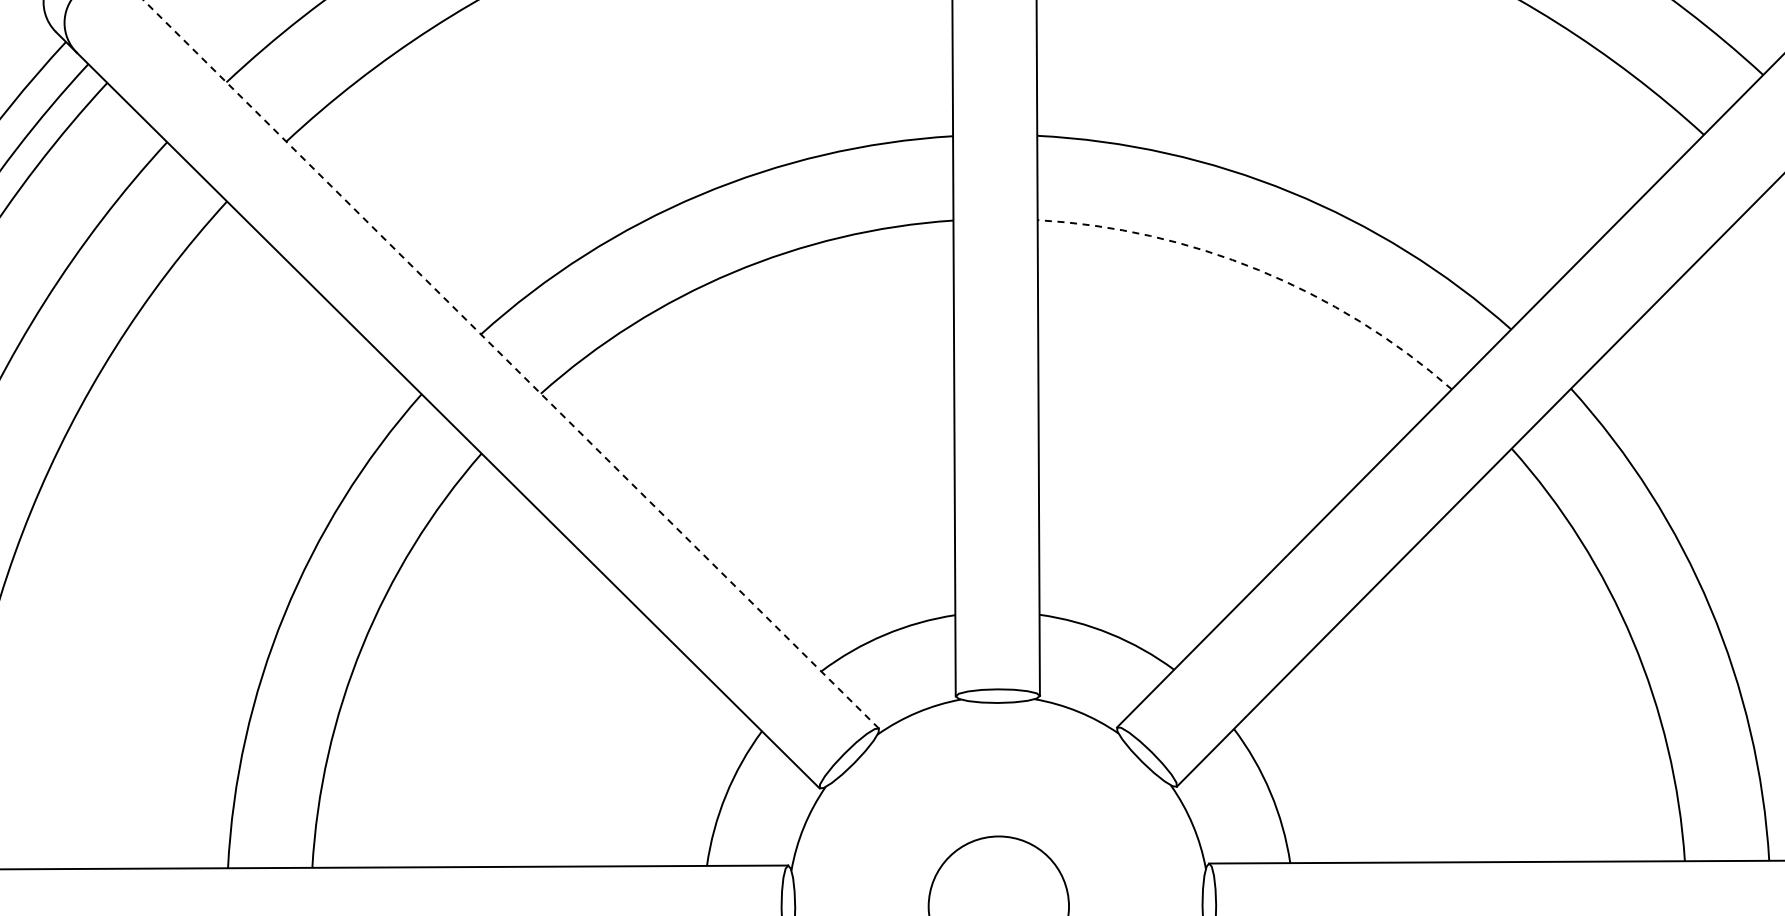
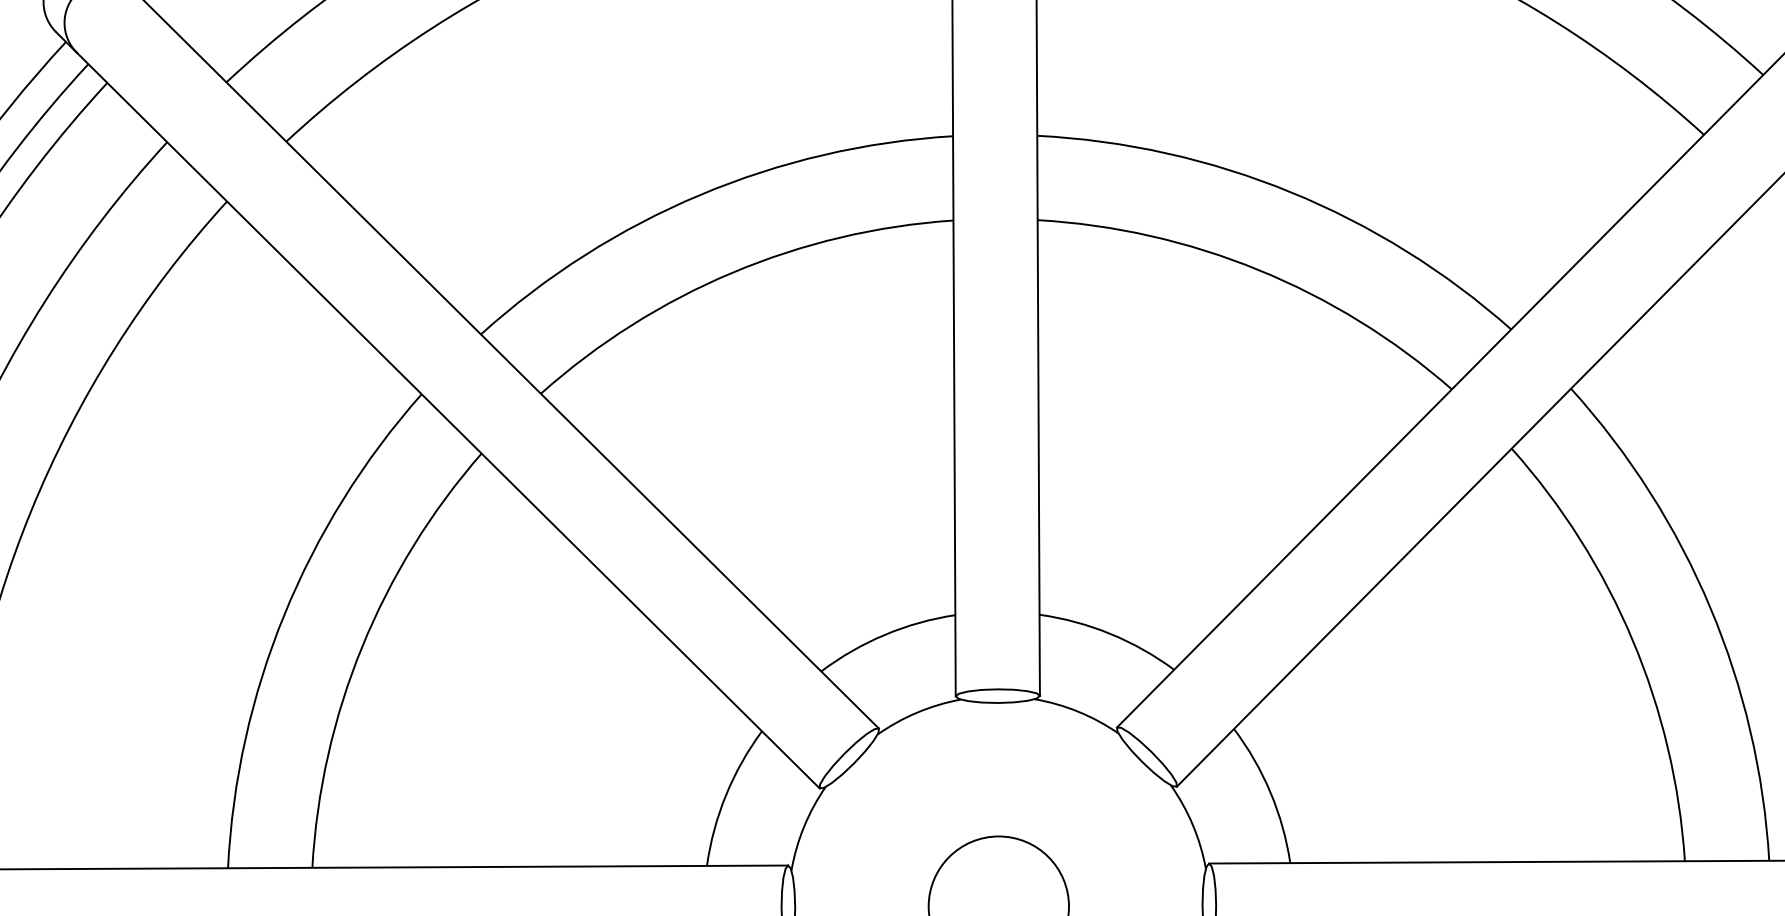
arc at (1258, 270): dashed -> solid
line at (511, 364): dashed -> solid
